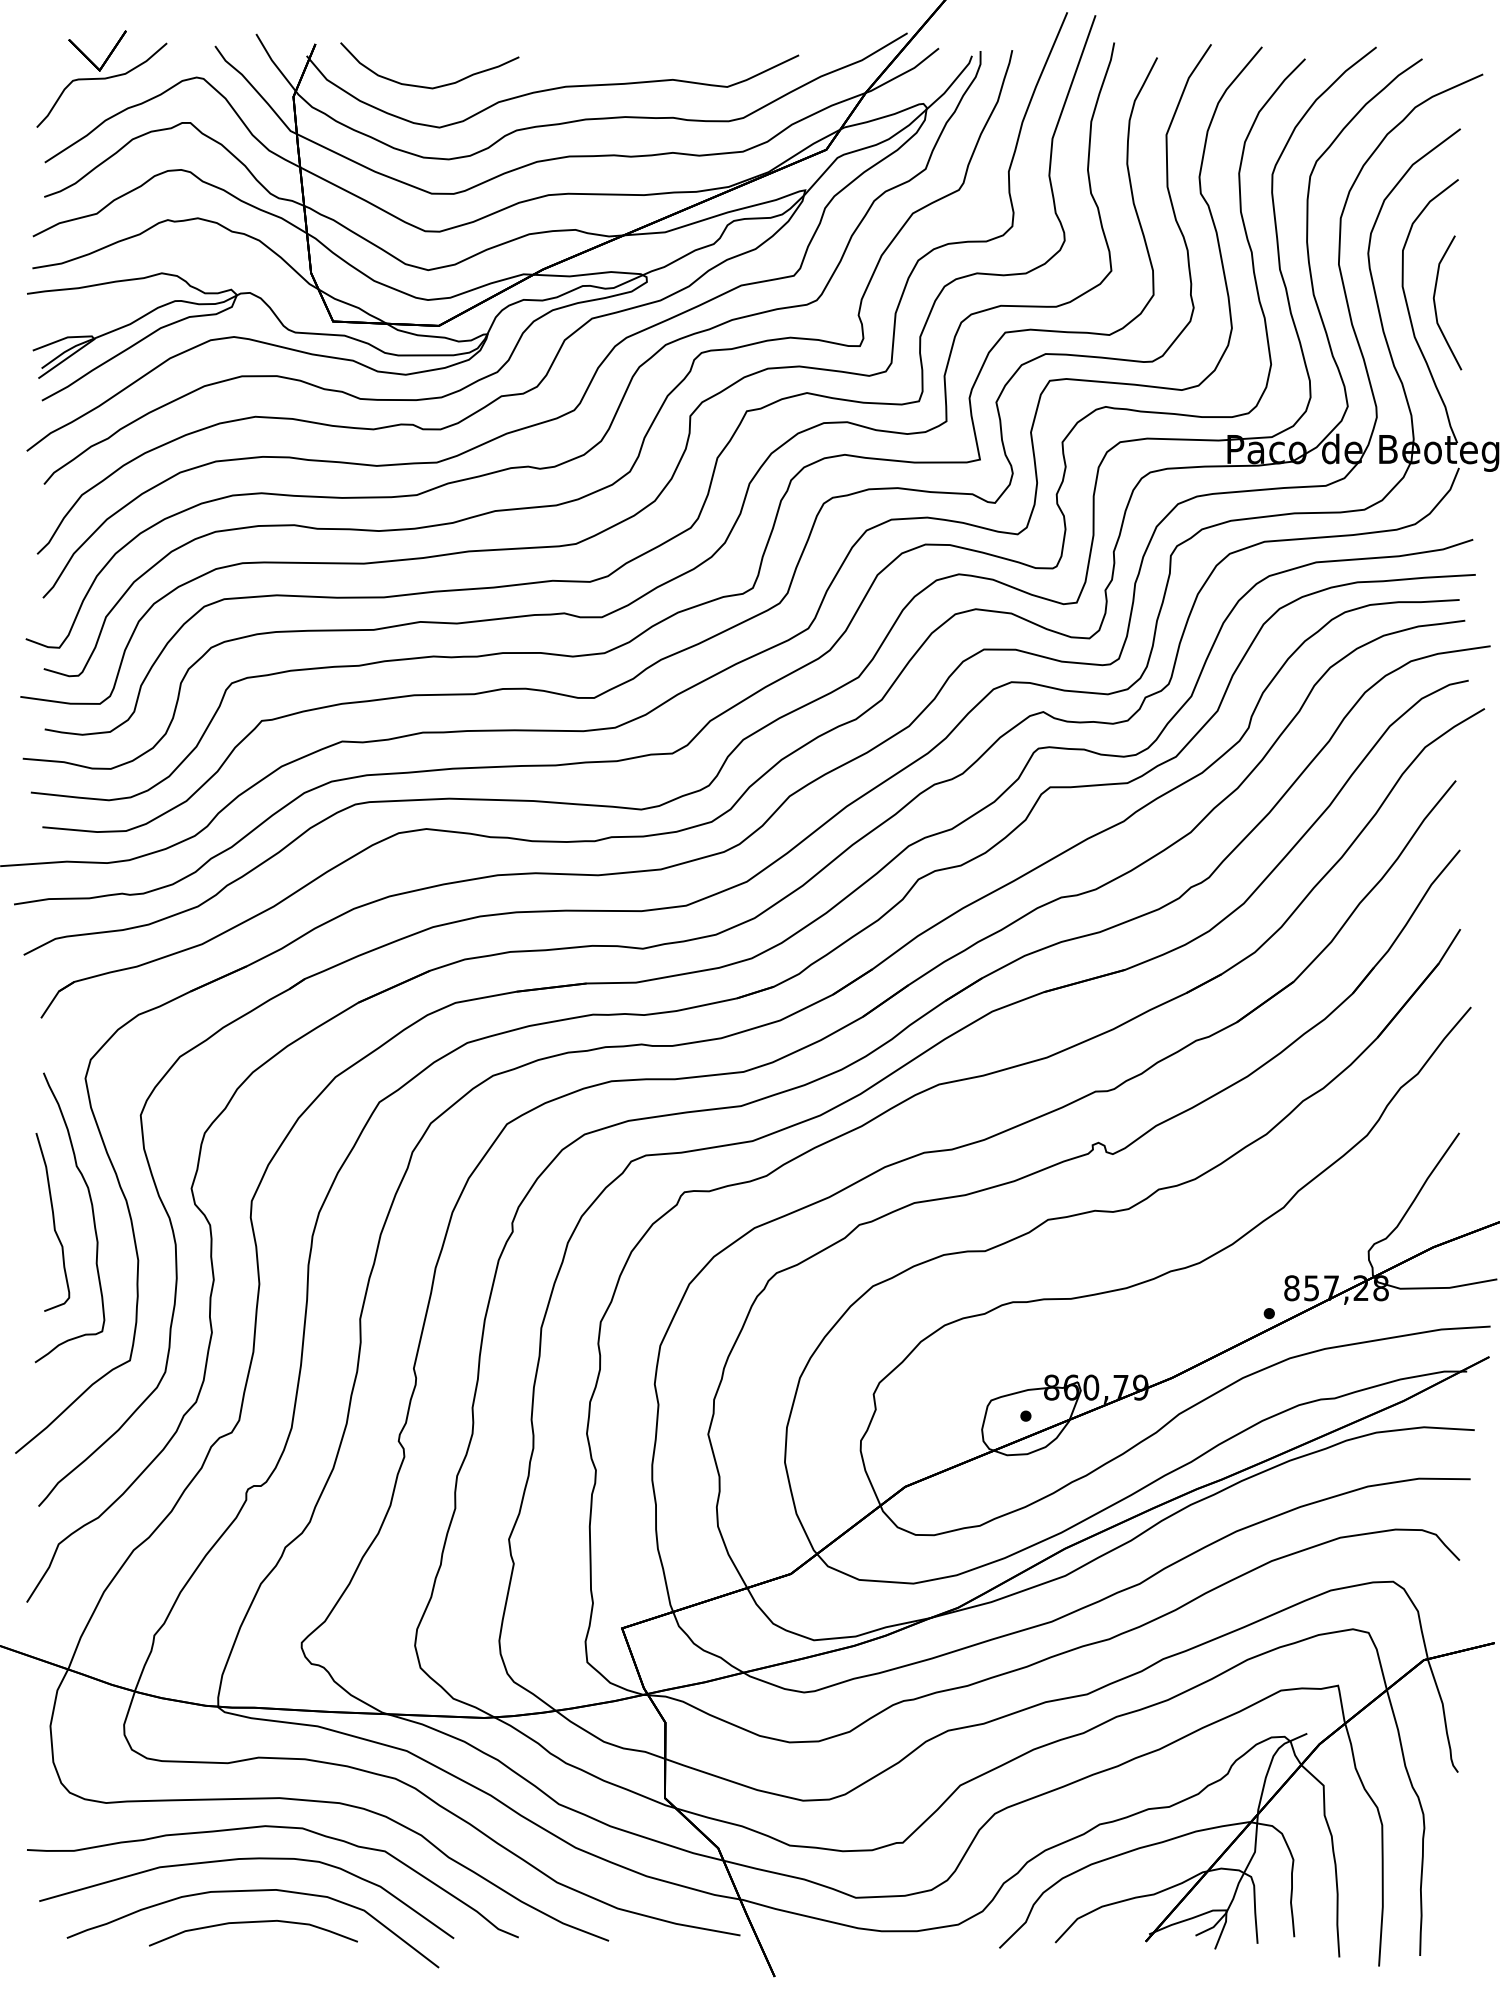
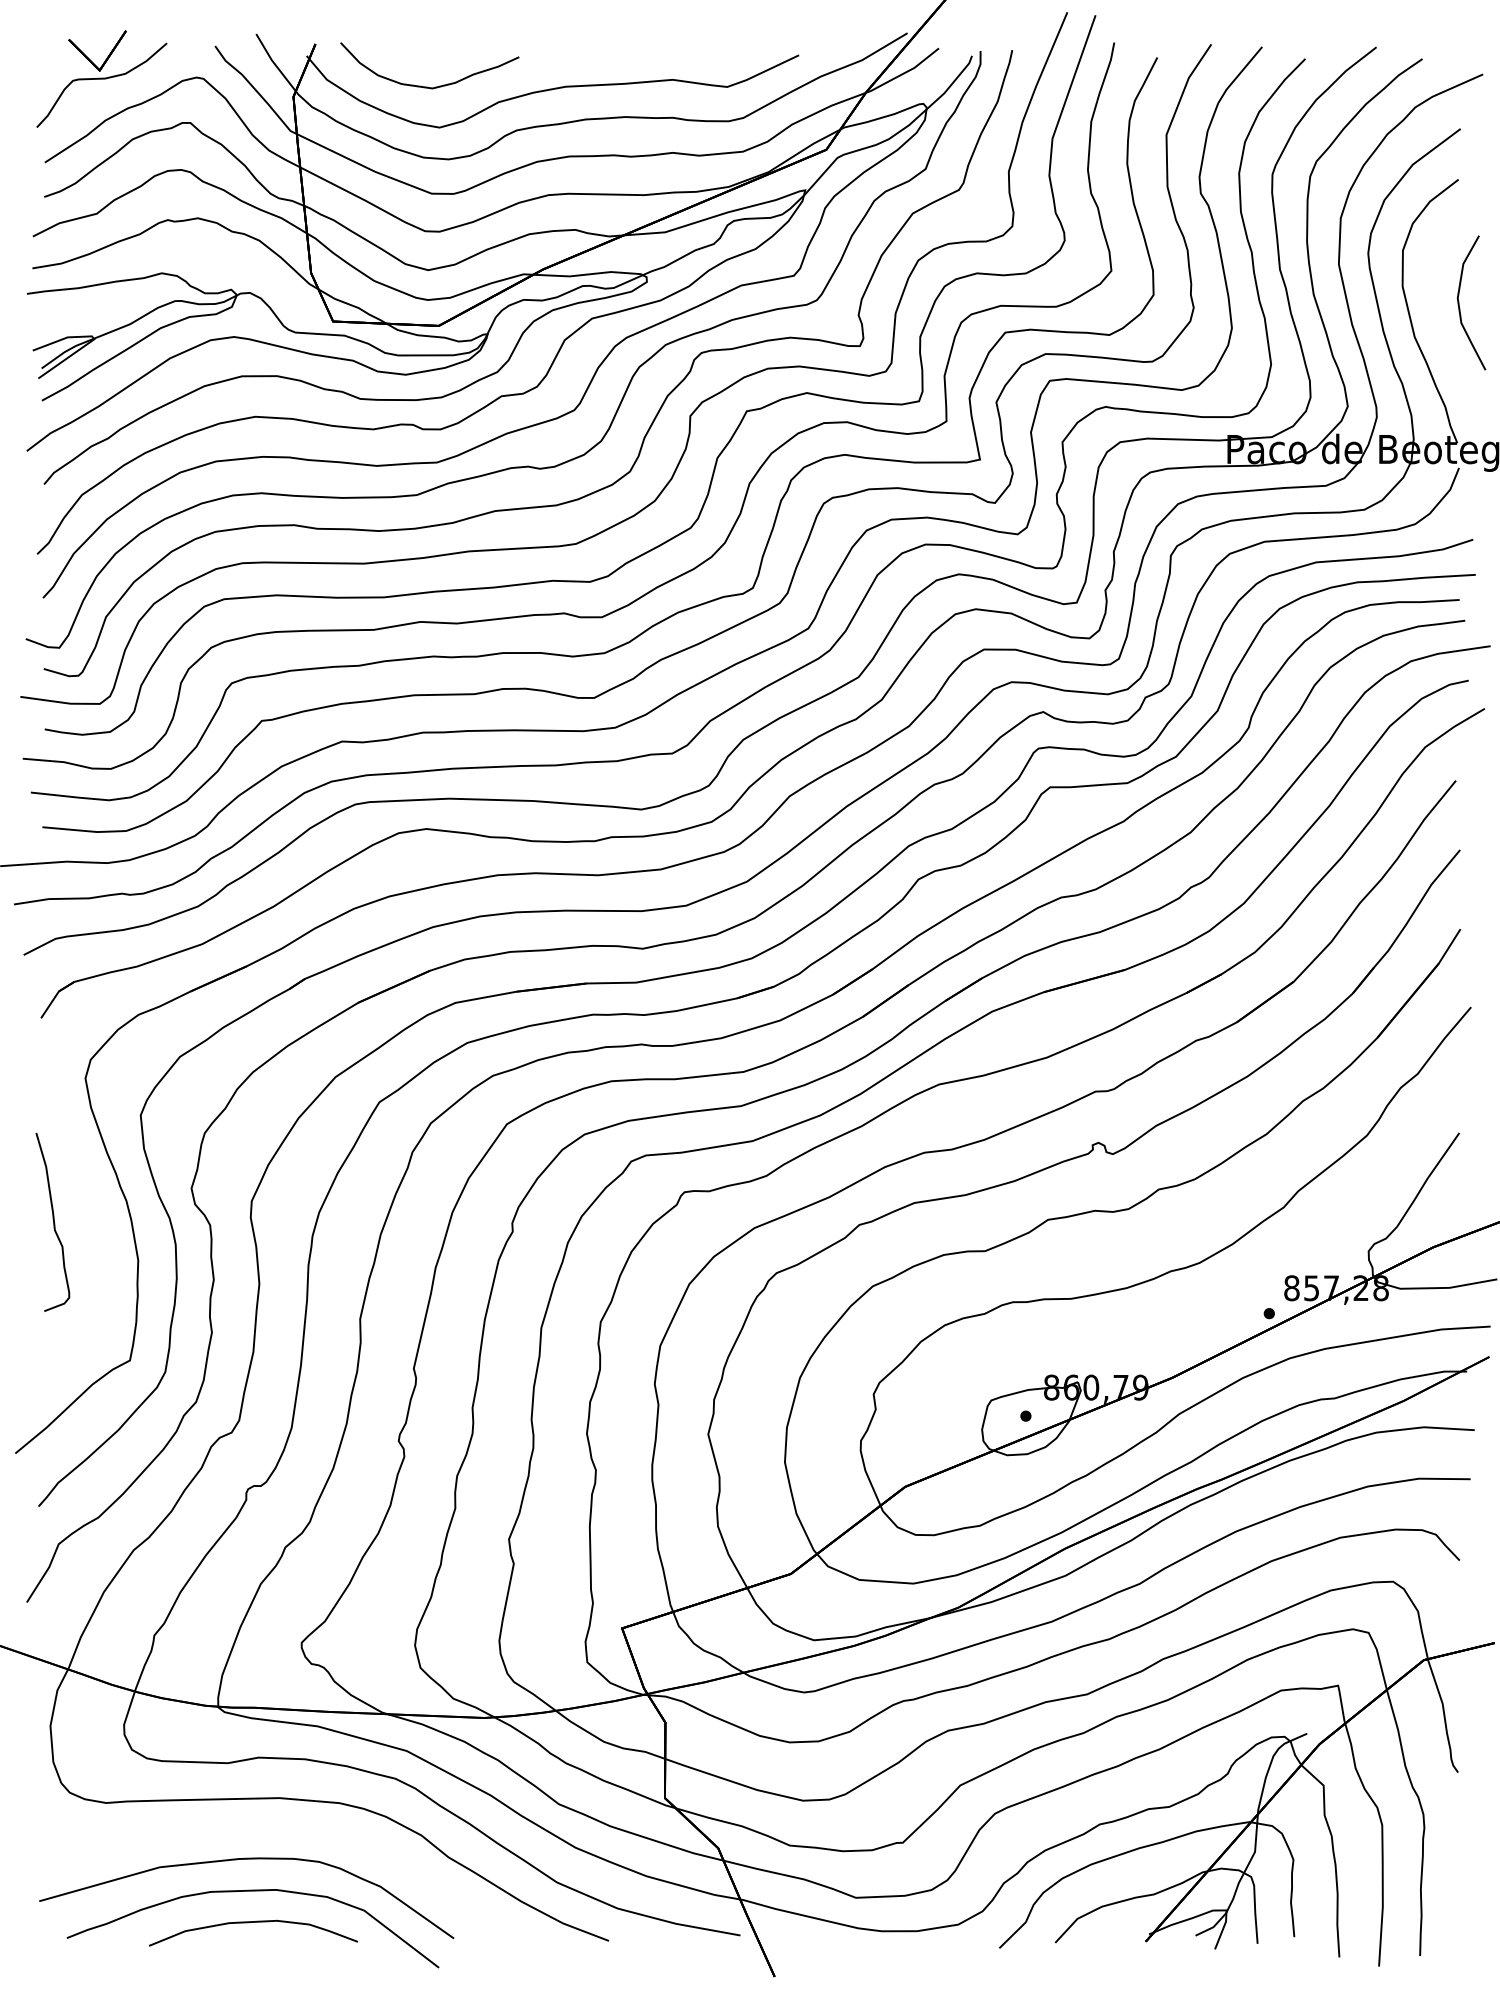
curve at (1435, 302) position: (1435, 302) -> (1459, 302)
curve at (92, 1217): present -> none
curve at (282, 1828): present -> none
